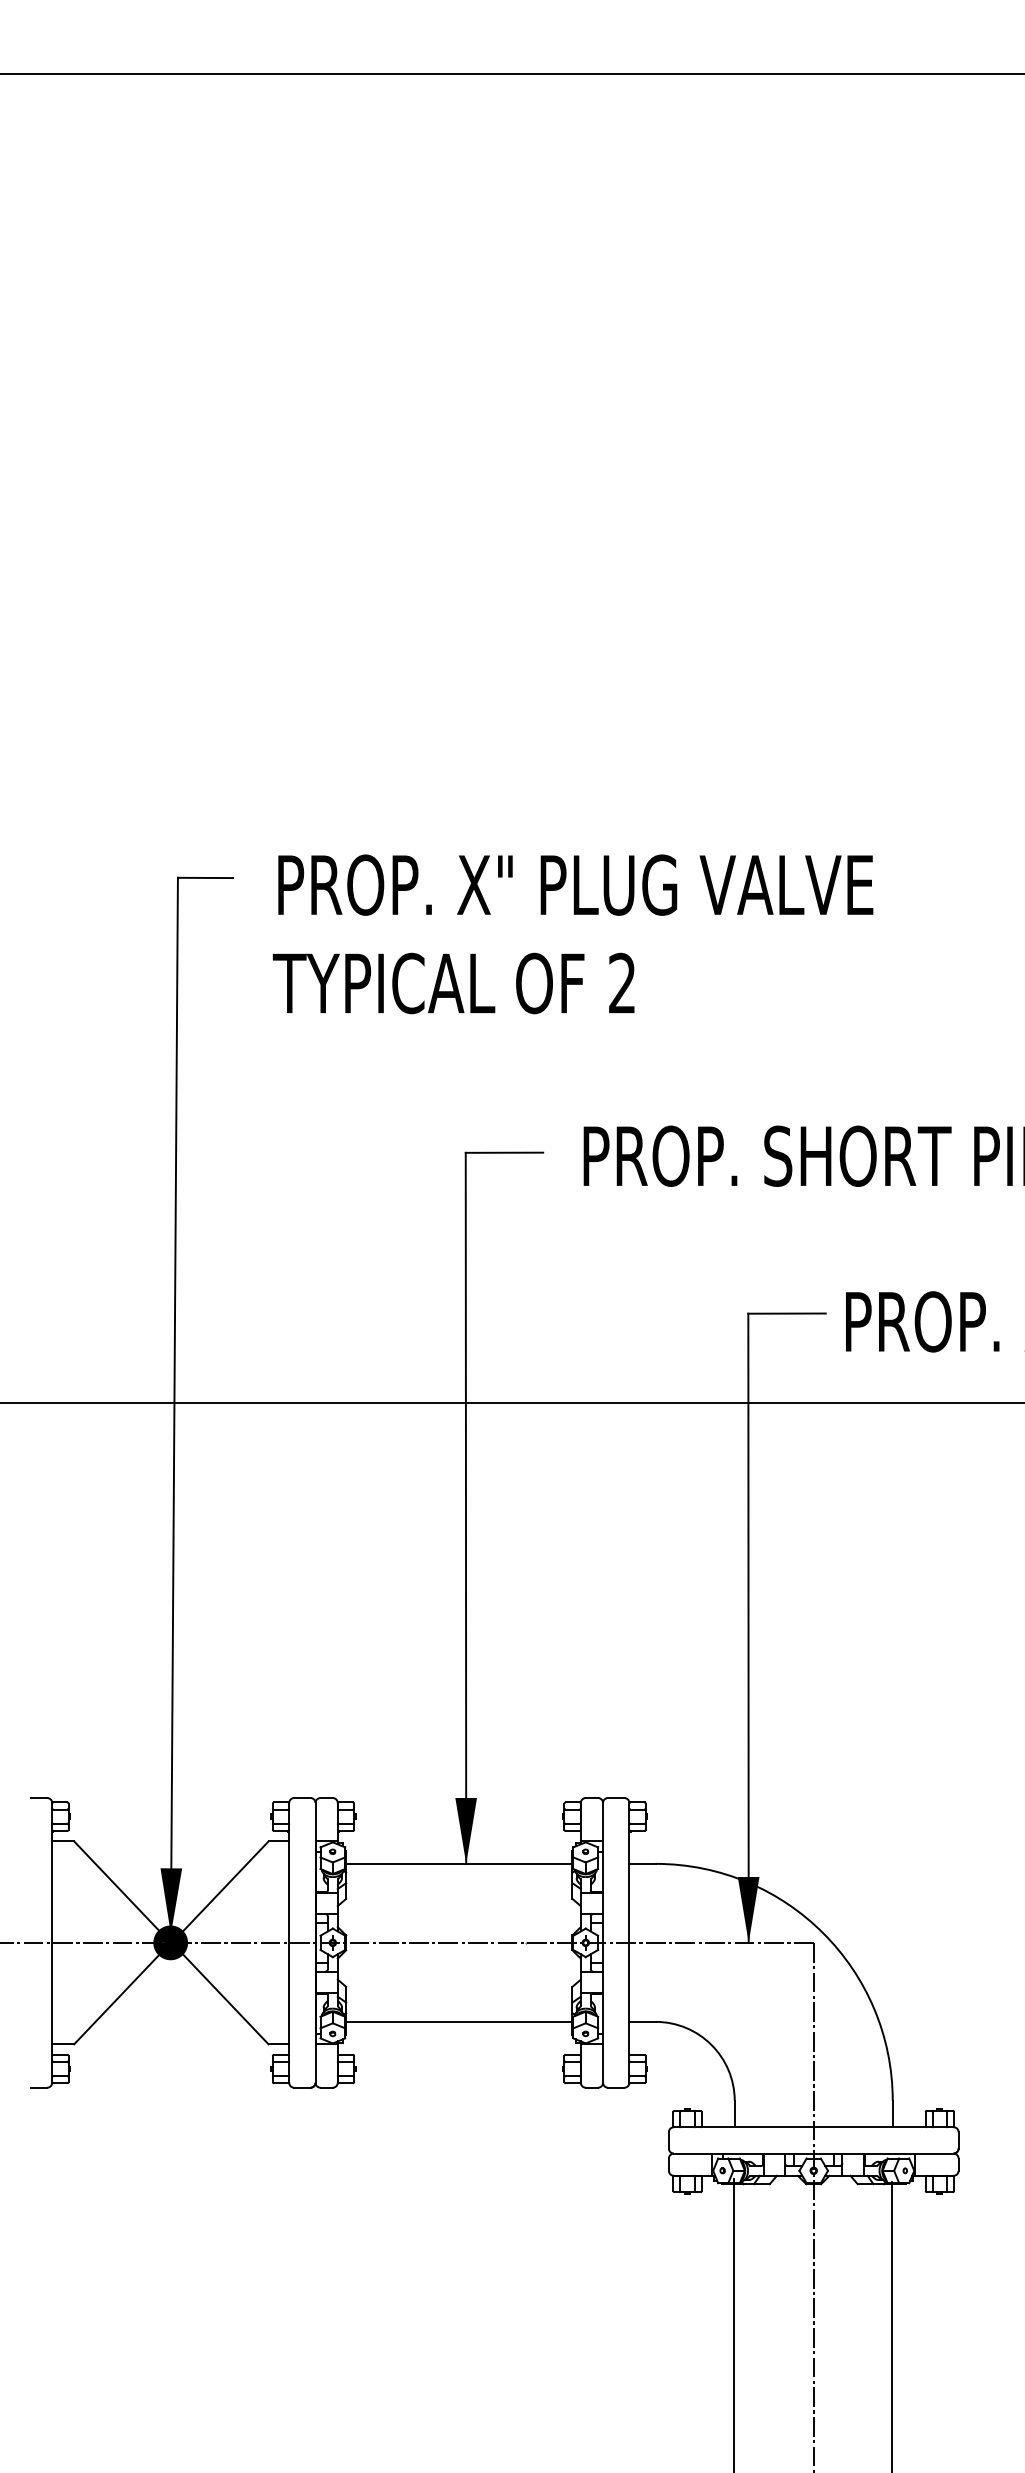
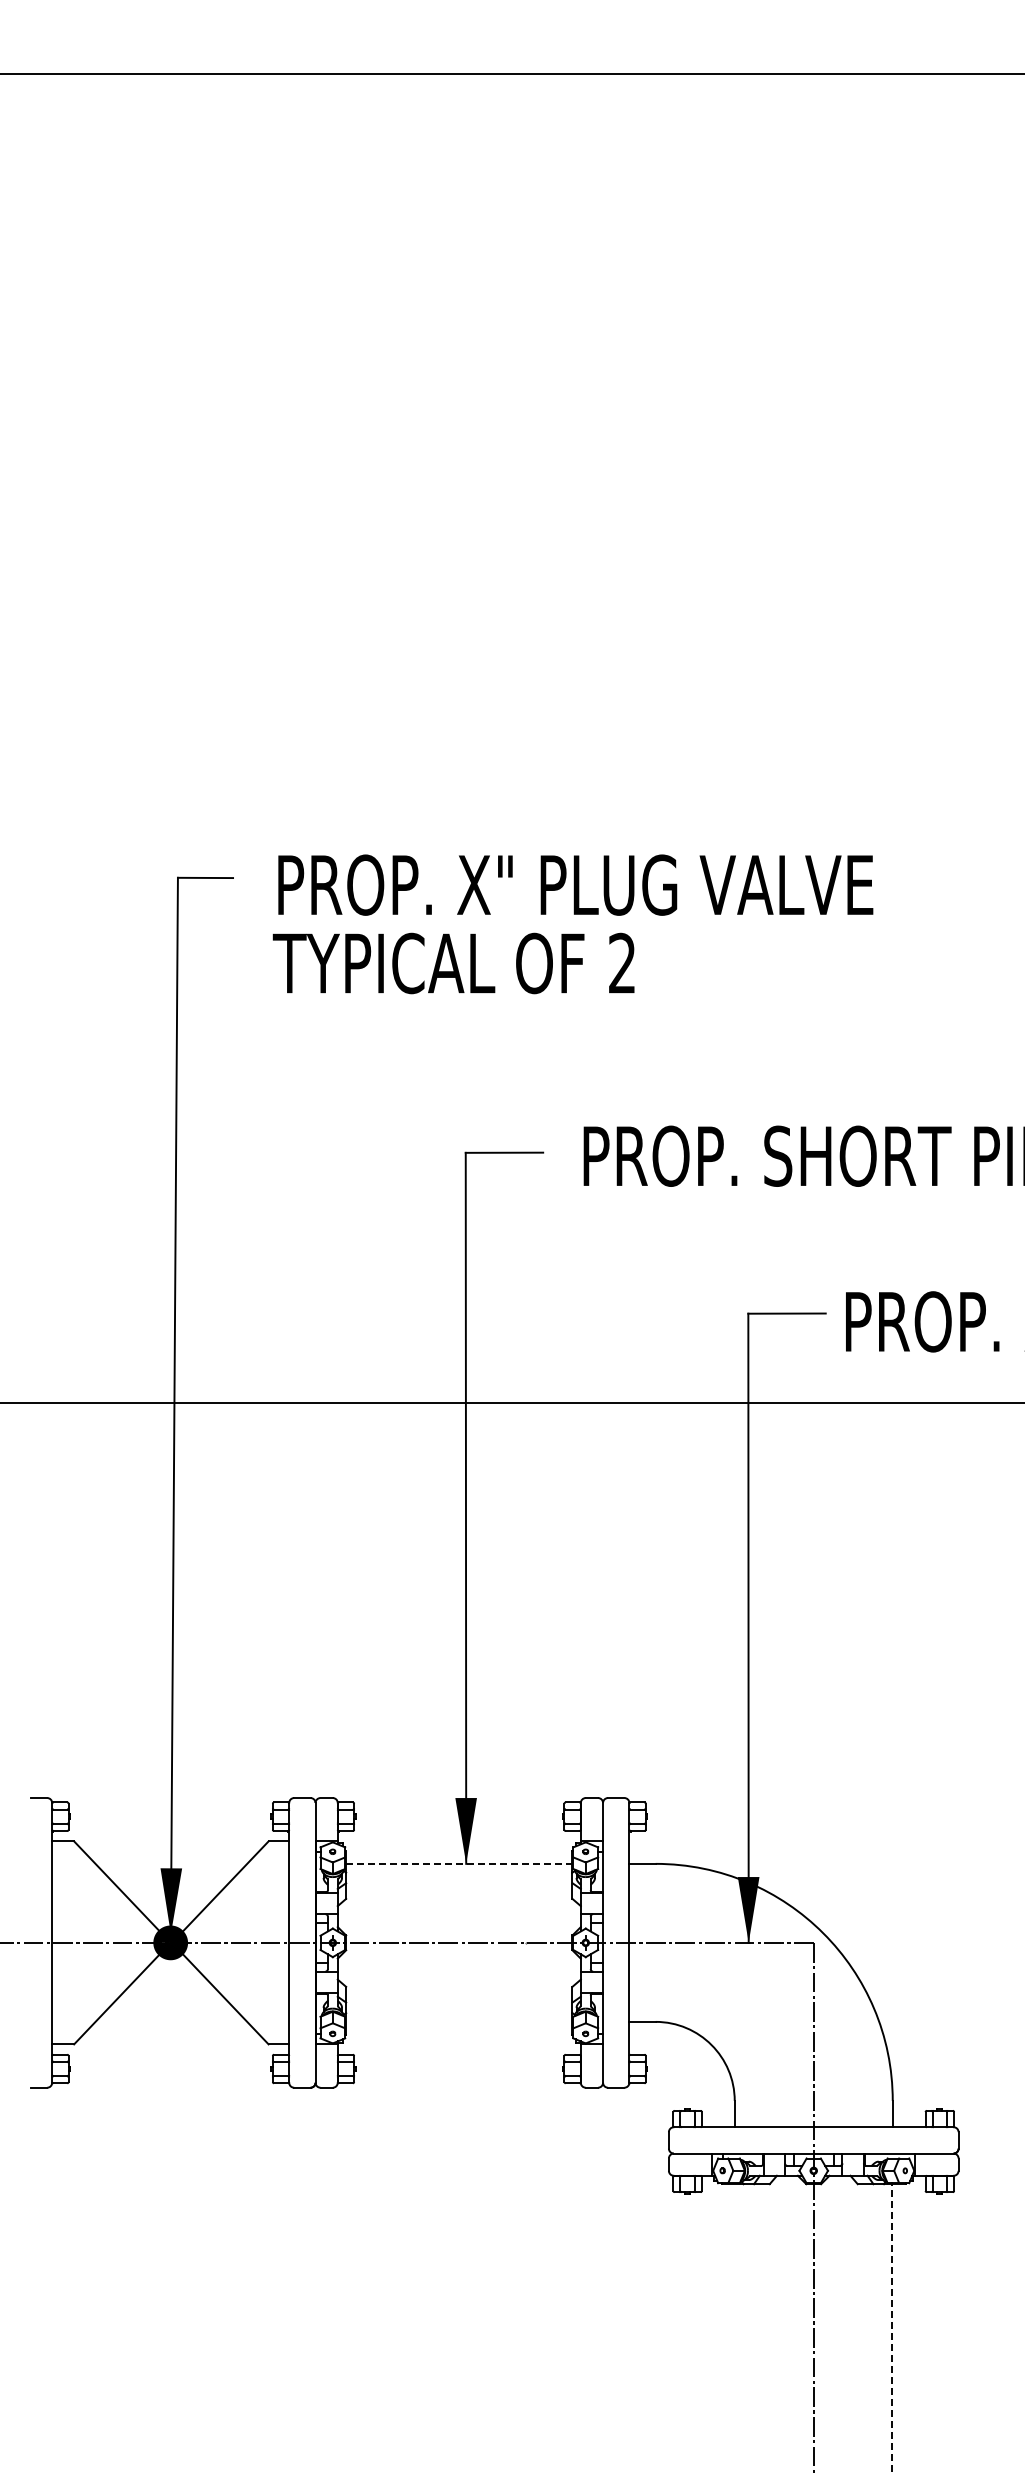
text at (453, 983) position: (453, 983) -> (453, 963)
line at (459, 1863): solid -> dashed
line at (459, 2021): present -> none
line at (733, 2323): present -> none
line at (891, 2327): solid -> dashed
